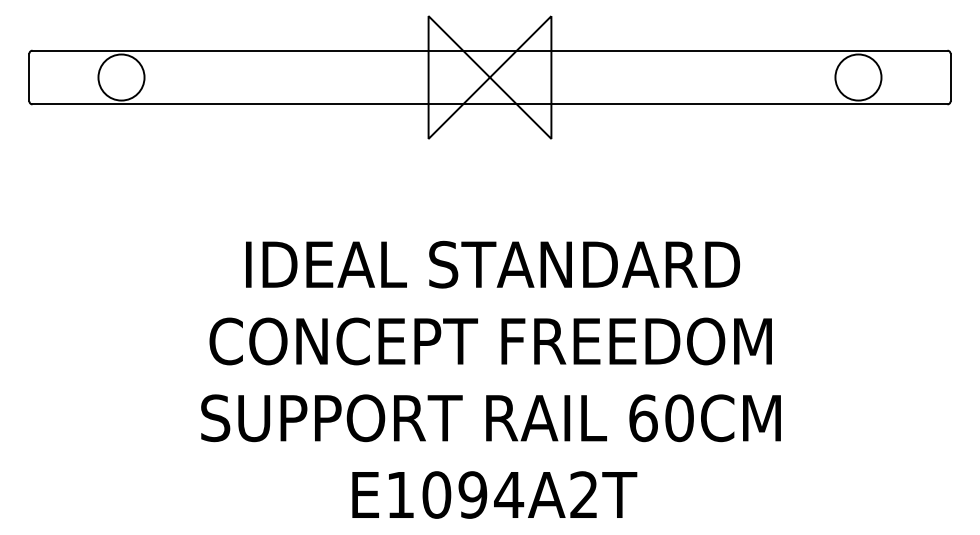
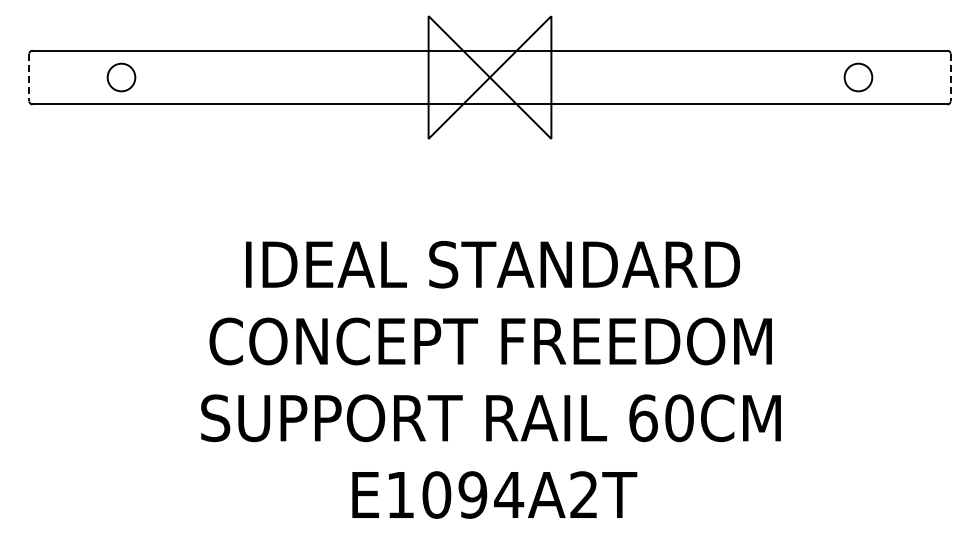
line at (29, 77): solid -> dashed
circle at (121, 77) diameter: 46 px -> 28 px
circle at (858, 77) diameter: 46 px -> 28 px
line at (950, 77): solid -> dashed
